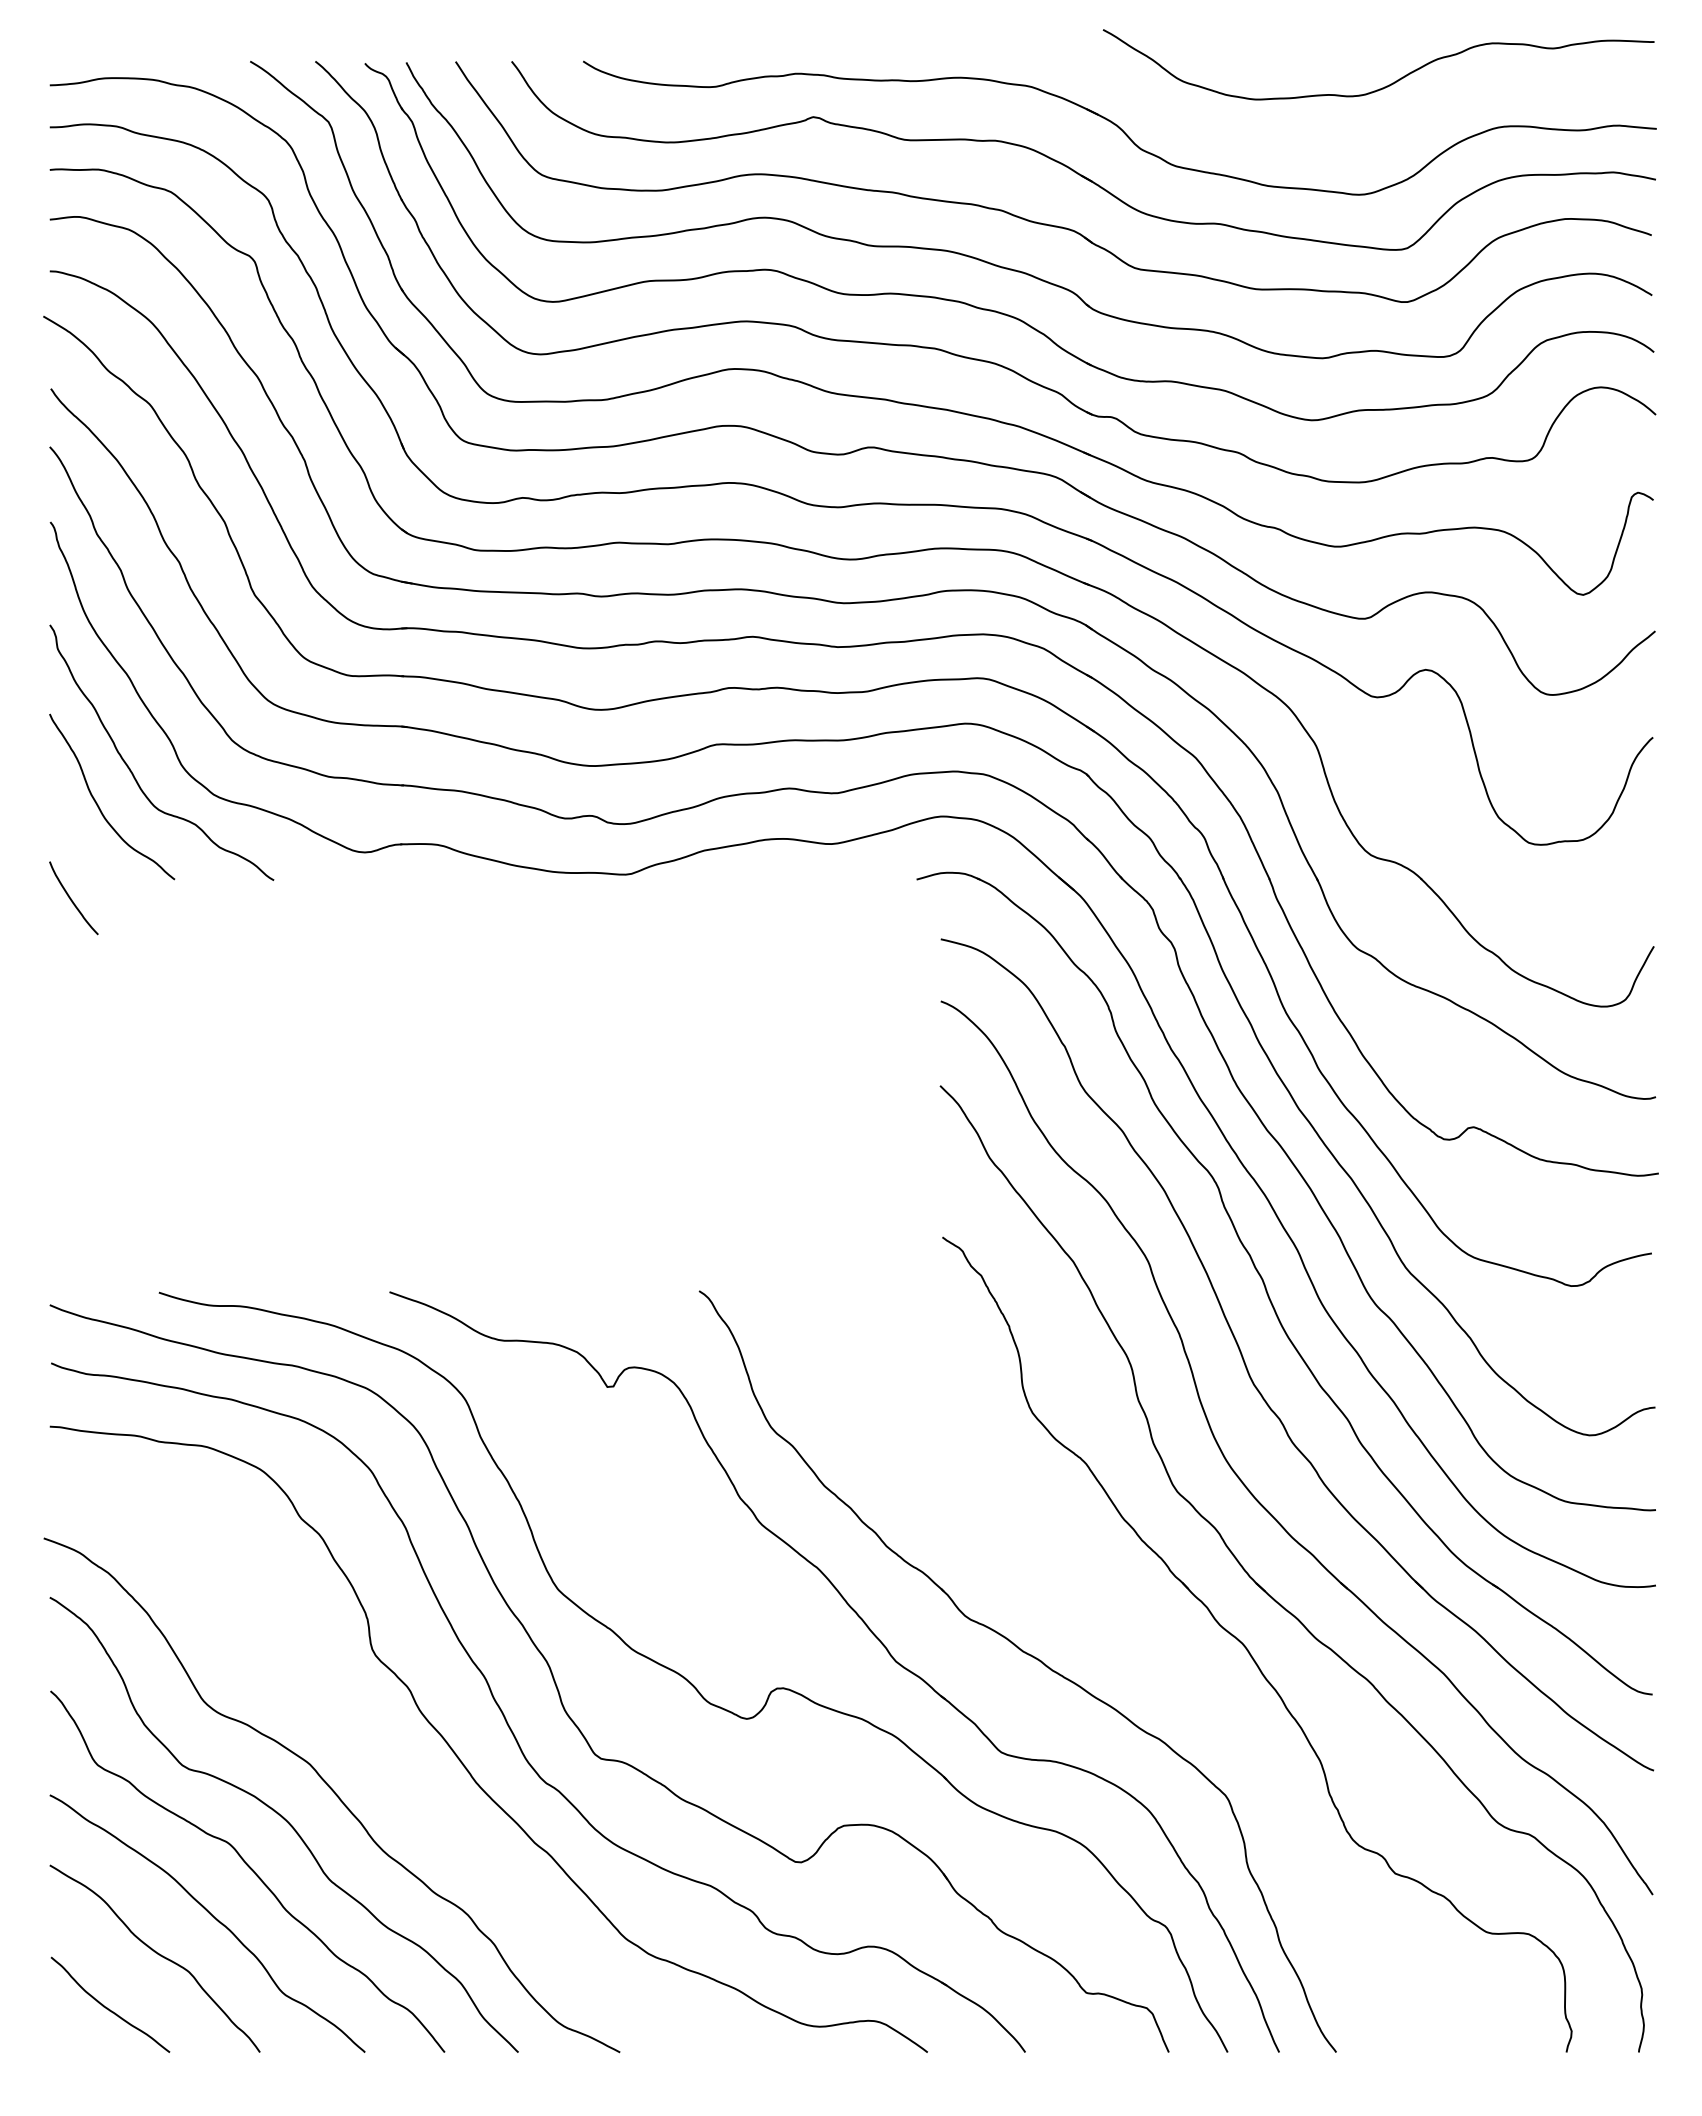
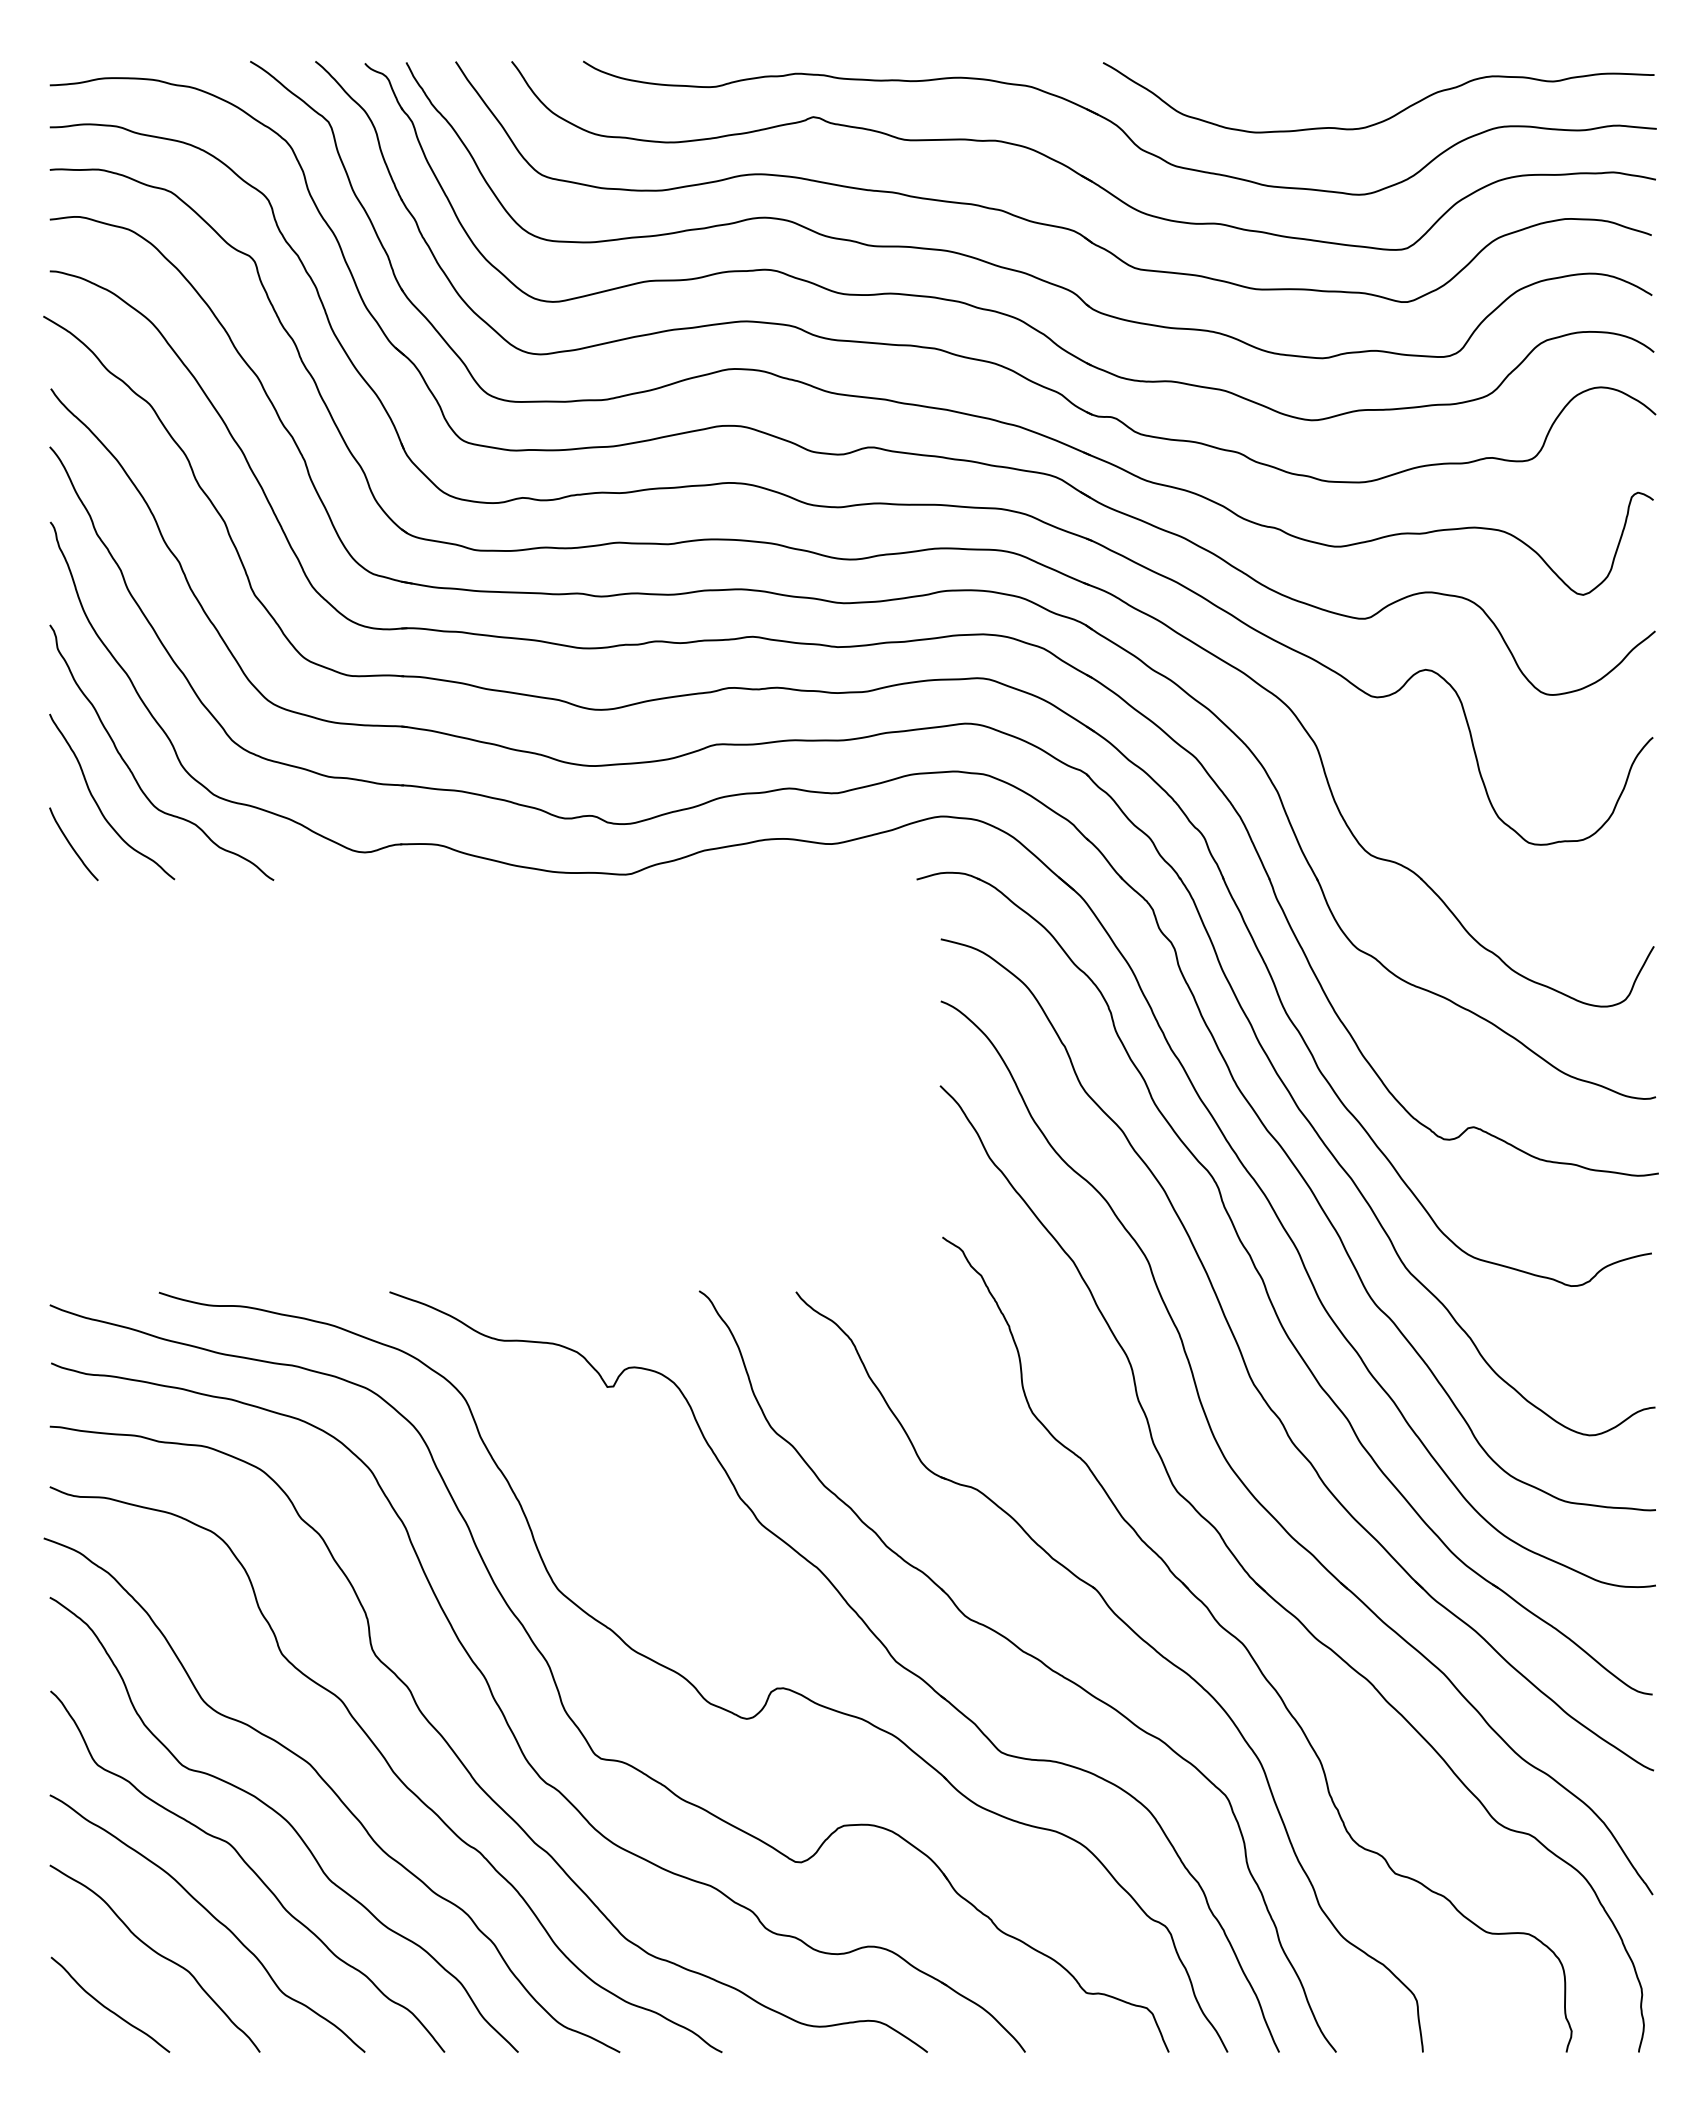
curve at (1390, 83) position: (1390, 83) -> (1390, 116)
curve at (72, 899) position: (72, 899) -> (72, 845)
part at (1140, 1639): none -> present
curve at (388, 1766): none -> present
